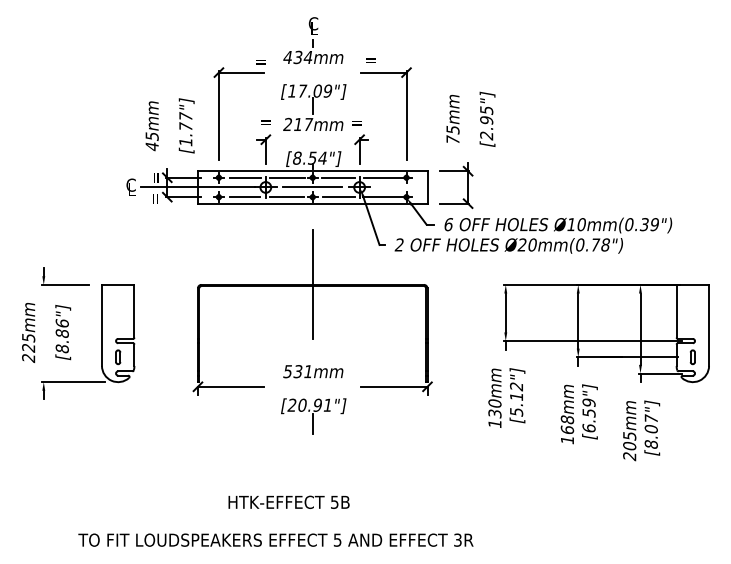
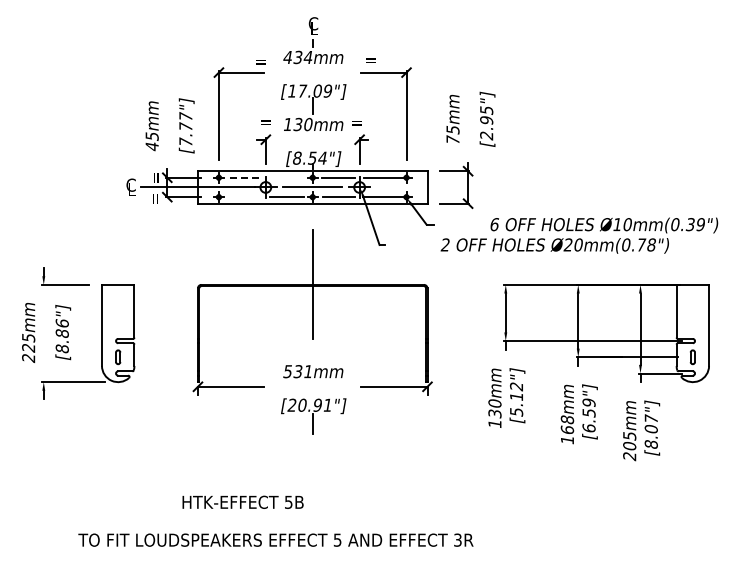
text at (298, 124): 217mm -> 130mm
text at (185, 141): [1.77"] -> [7.77"]
line at (245, 177): solid -> dashed
line at (287, 177): present -> none
line at (244, 197): present -> none
text at (533, 235) position: (533, 235) -> (579, 235)
text at (288, 501) position: (288, 501) -> (242, 501)
